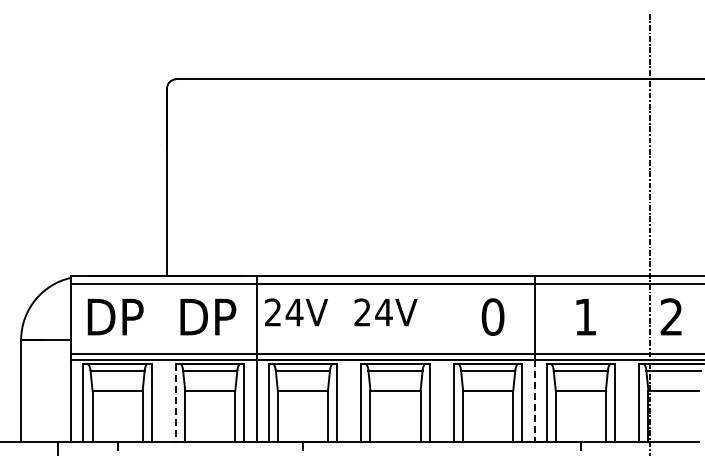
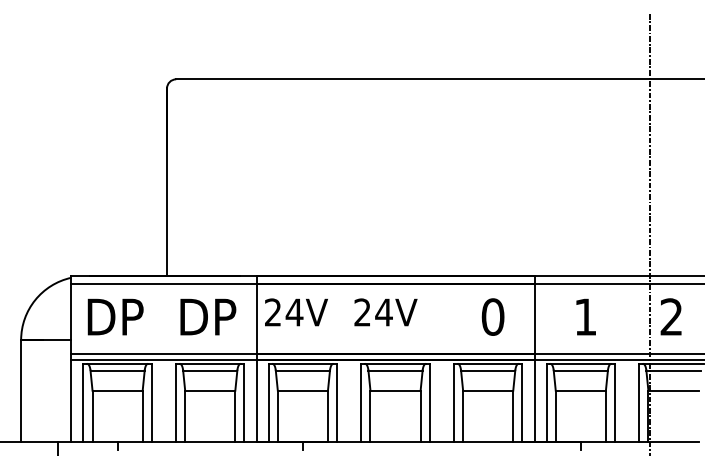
line at (534, 401): dashed -> solid
line at (176, 403): dashed -> solid
